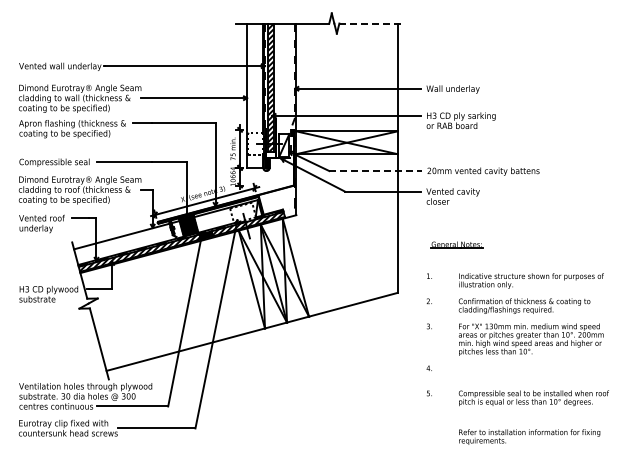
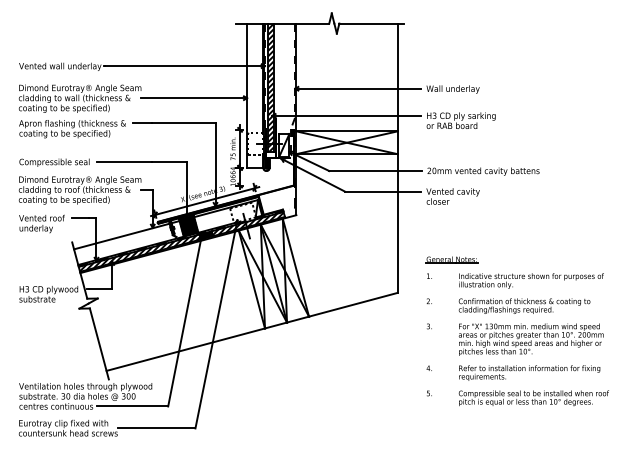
line at (372, 23): dashed -> solid
line at (376, 171): dashed -> solid
part at (456, 244) position: (456, 244) -> (451, 259)
text at (529, 436) position: (529, 436) -> (529, 372)
